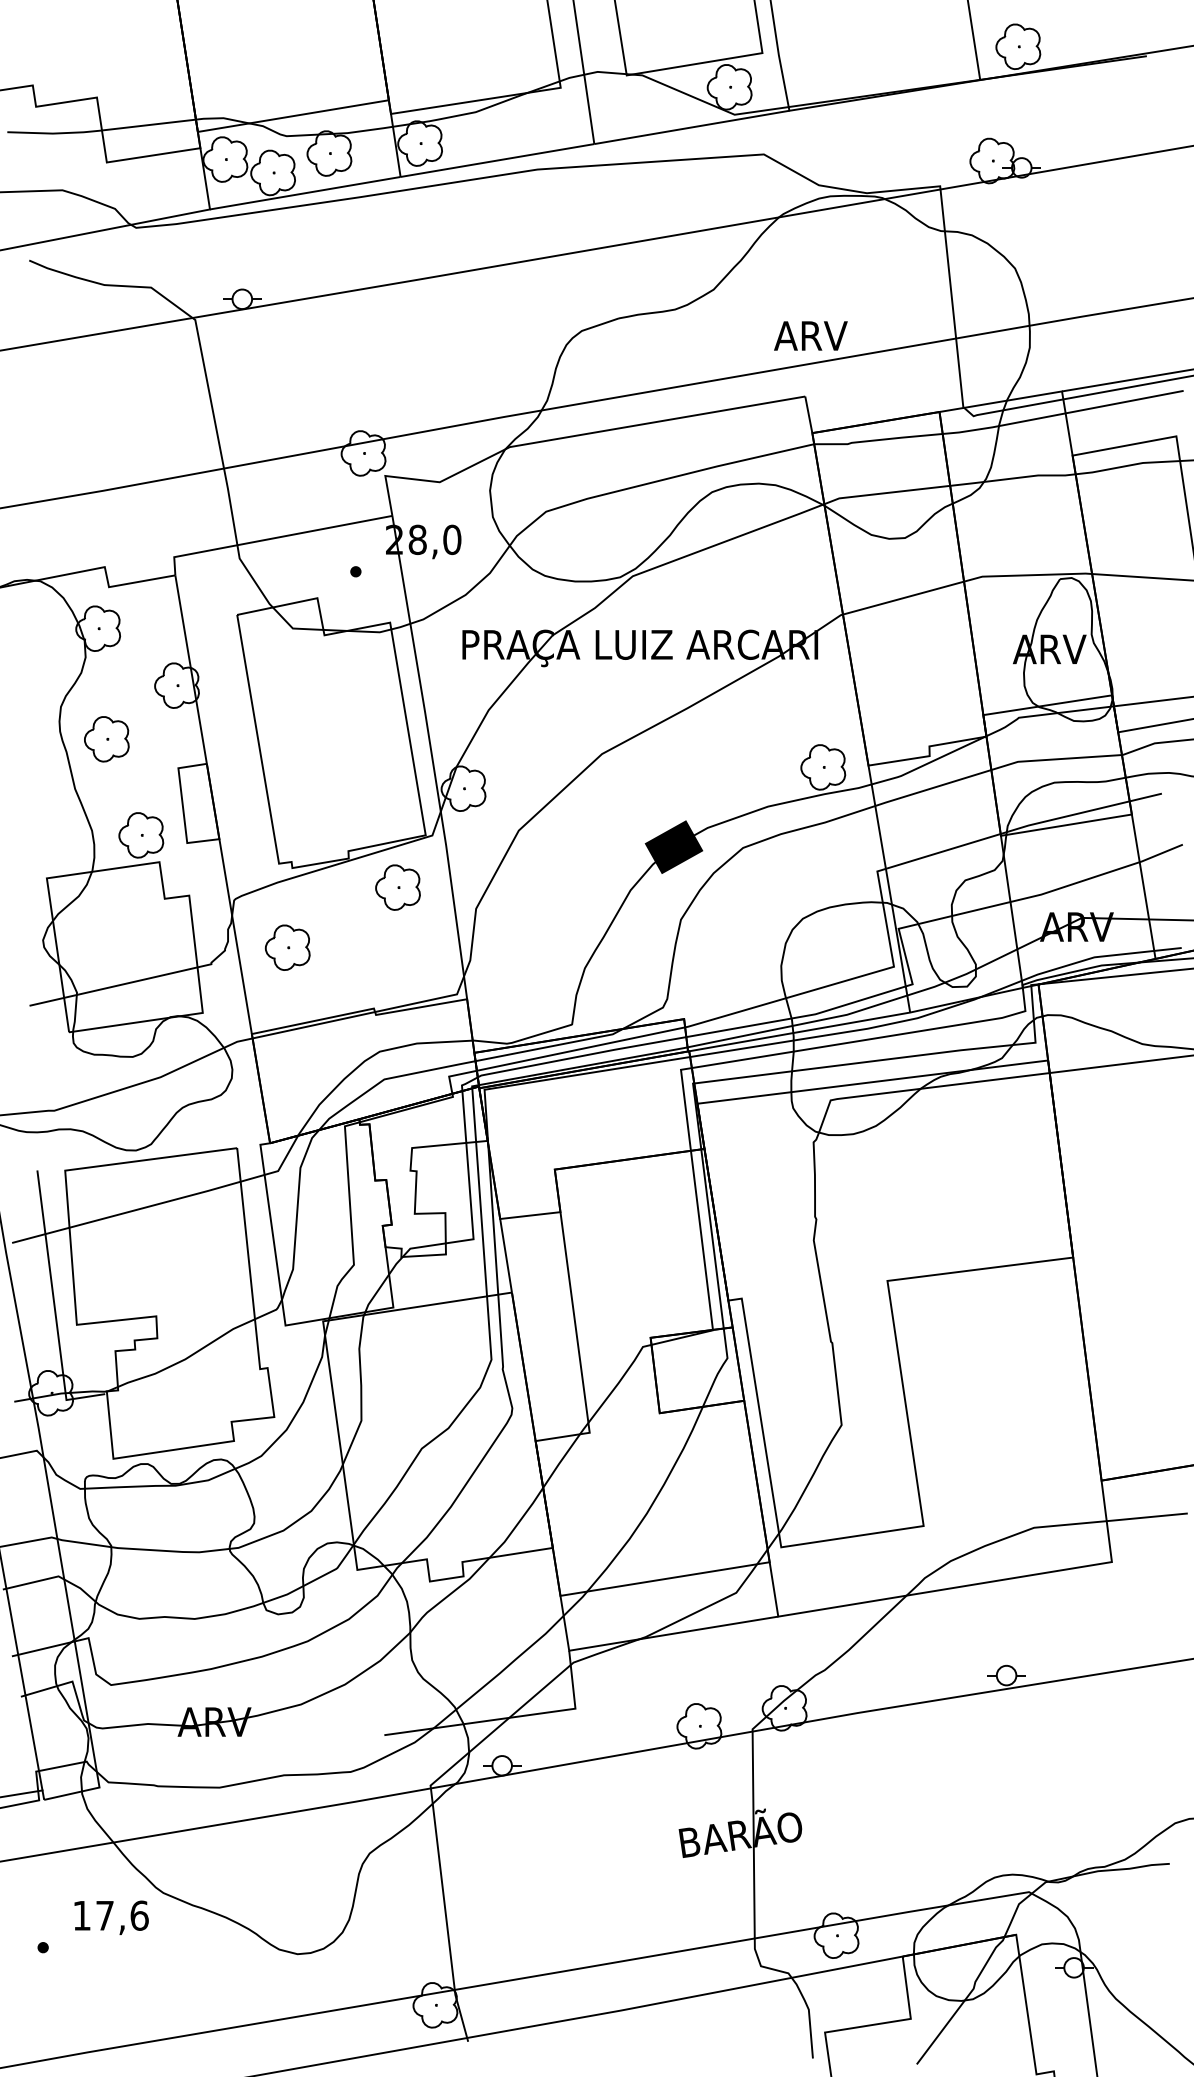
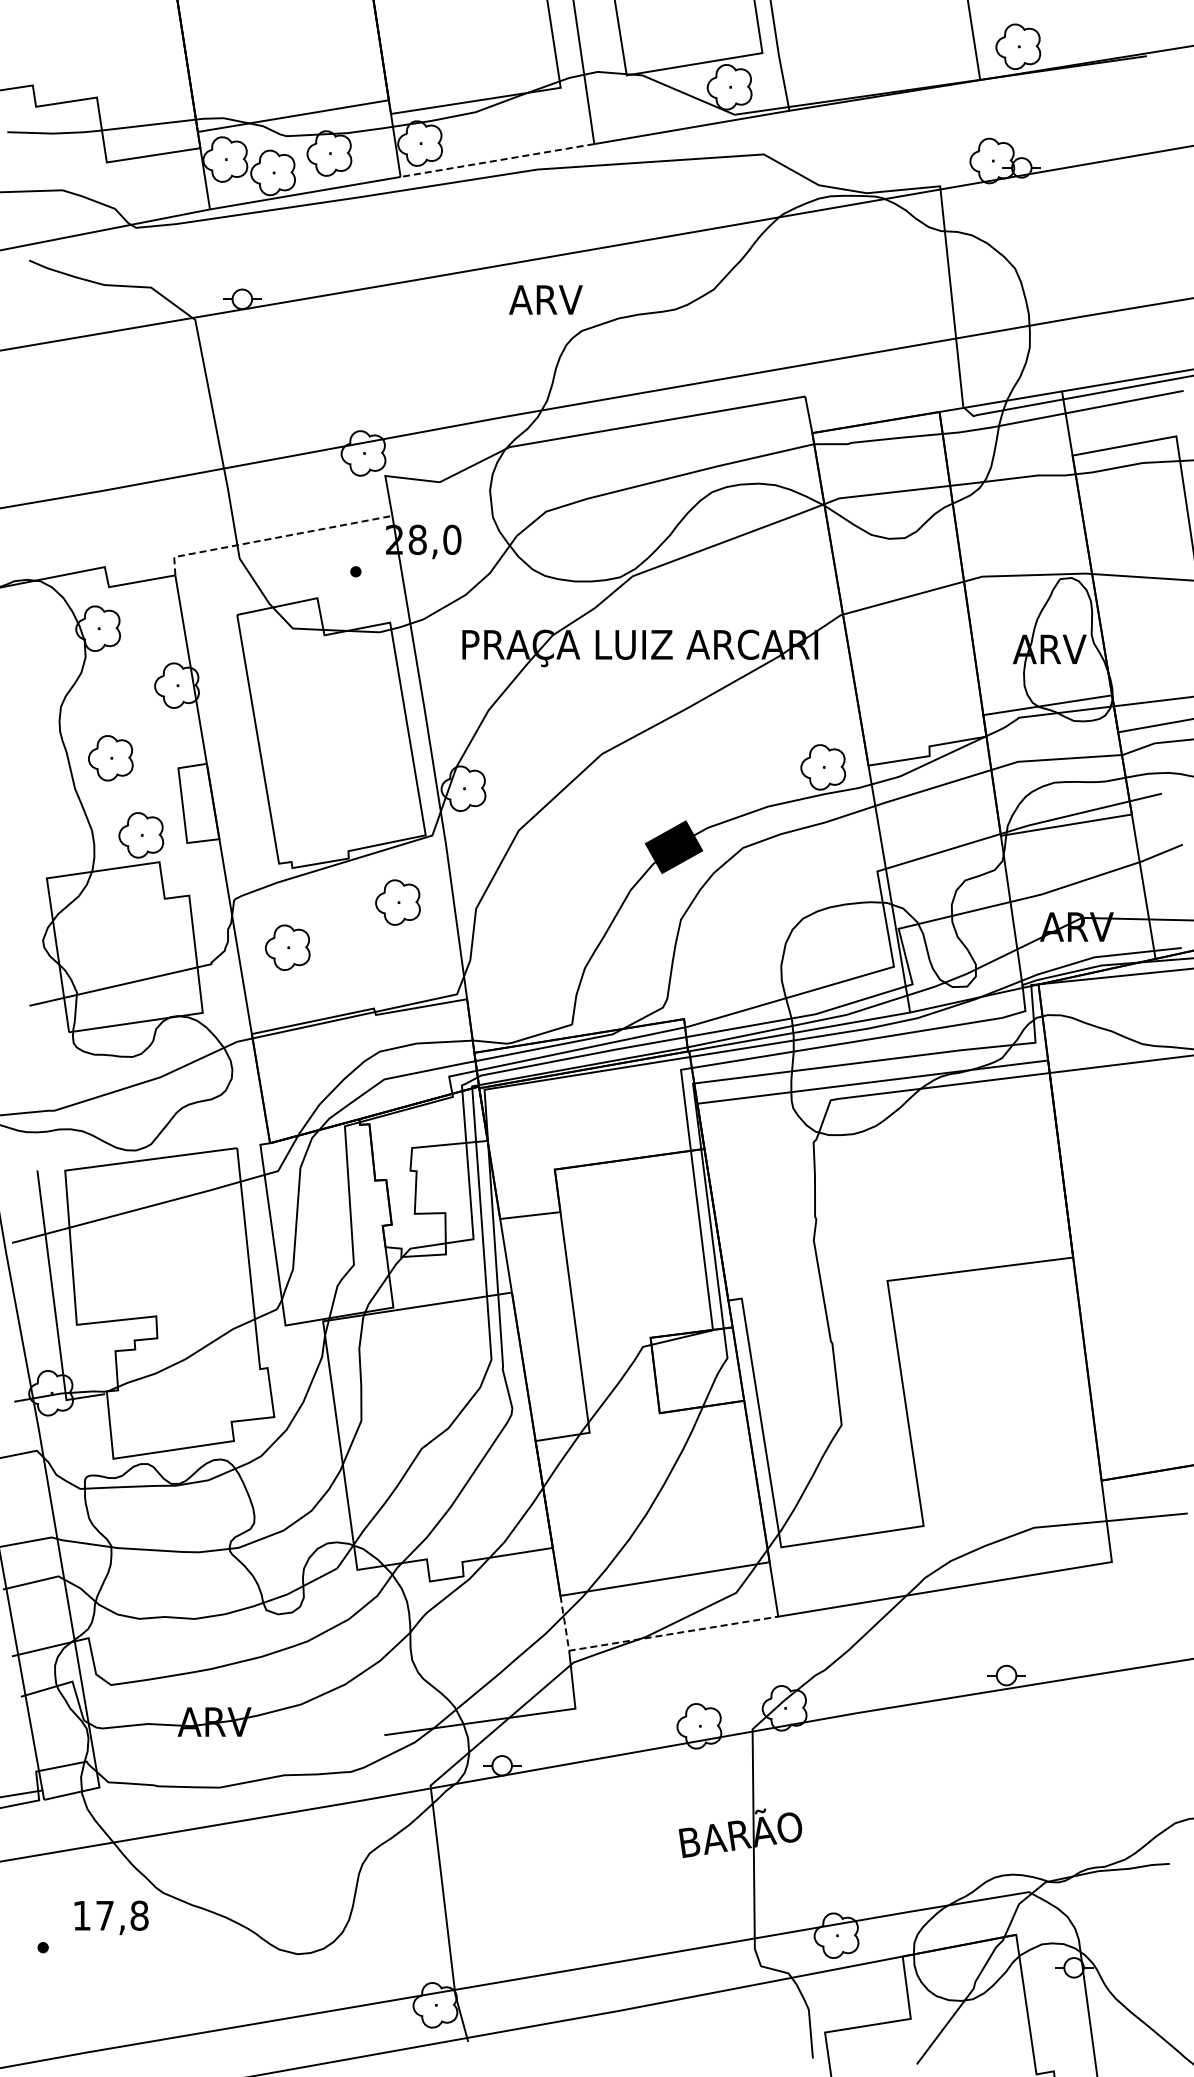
line at (496, 160): solid -> dashed
text at (810, 335) position: (810, 335) -> (545, 299)
line at (274, 538): solid -> dashed
part at (106, 739) position: (106, 739) -> (110, 758)
part at (397, 887) position: (397, 887) -> (397, 902)
line at (646, 1638): solid -> dashed
text at (139, 1915): 17,6 -> 17,8
